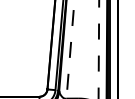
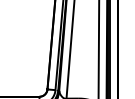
line at (70, 49): dashed -> solid
line at (98, 49): dashed -> solid
